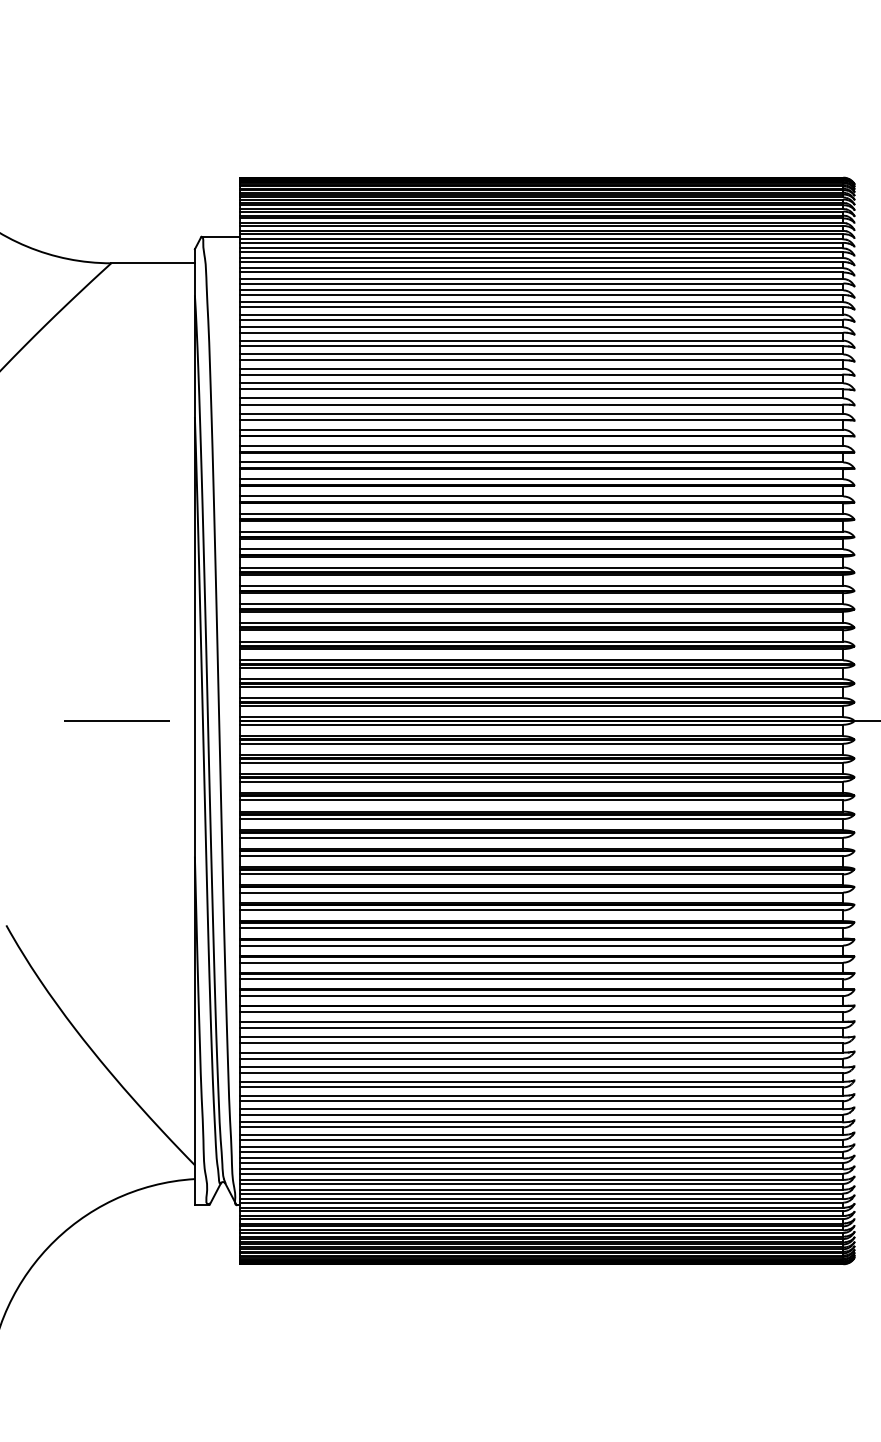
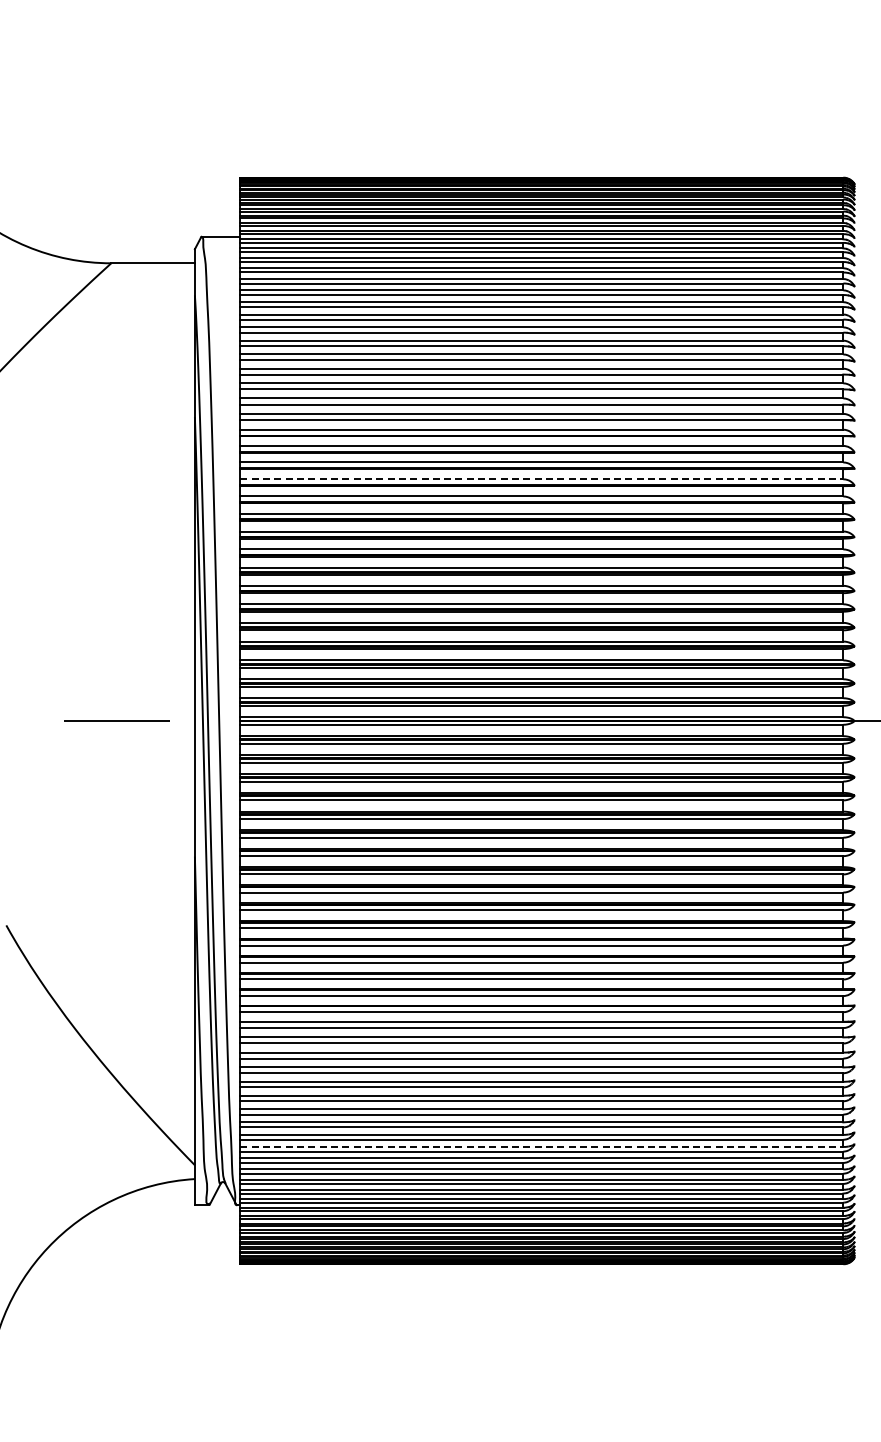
line at (542, 479): solid -> dashed
line at (542, 1146): solid -> dashed
